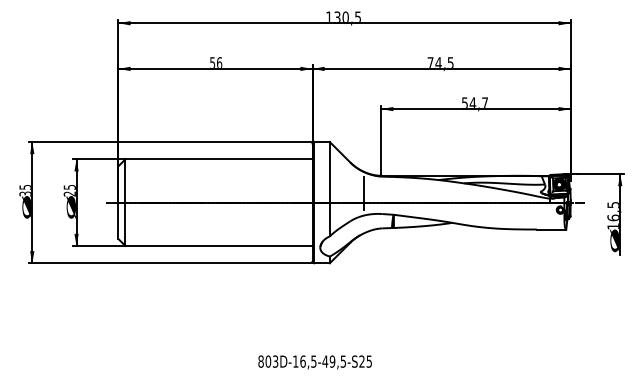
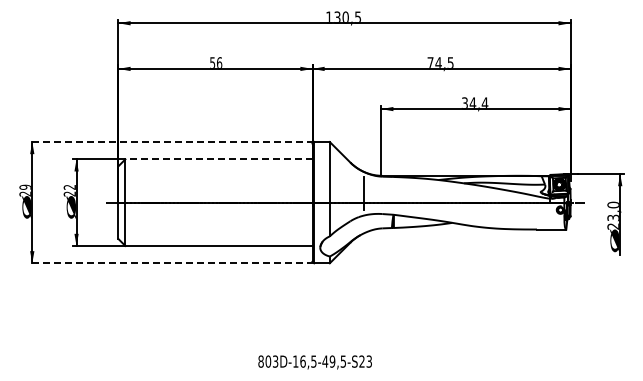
text at (475, 102): 54,7 -> 34,4
line at (171, 142): solid -> dashed
line at (218, 159): solid -> dashed
text at (69, 187): 25 -> 22
text at (24, 190): 35 -> 29
text at (612, 215): 16,5 -> 23,0
line at (171, 263): solid -> dashed
text at (368, 360): 803D-16,5-49,5-S25 -> 803D-16,5-49,5-S23
